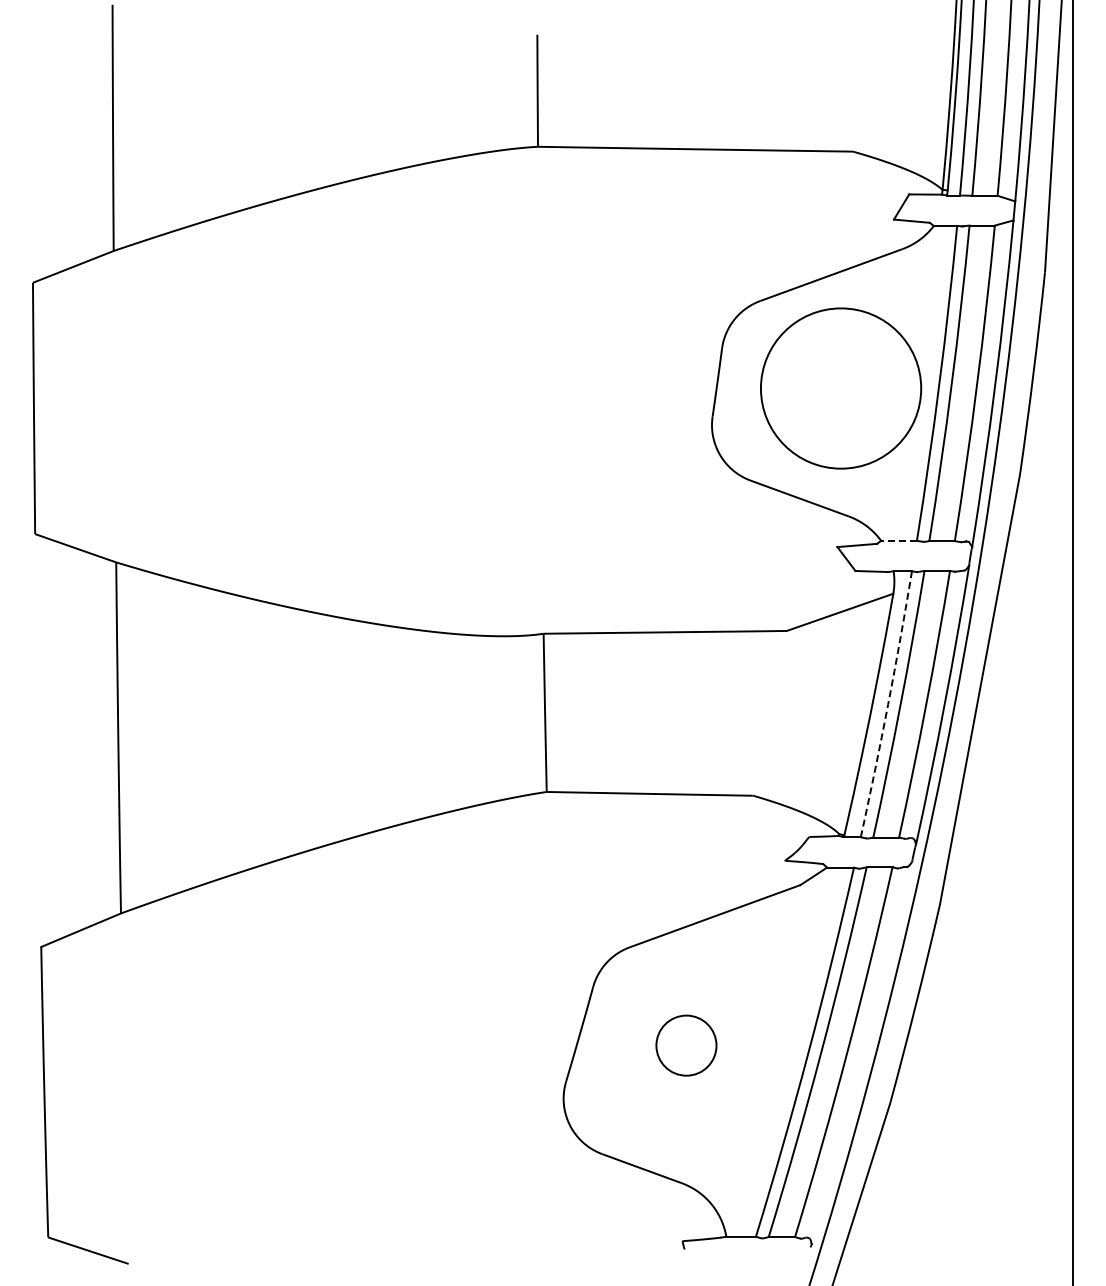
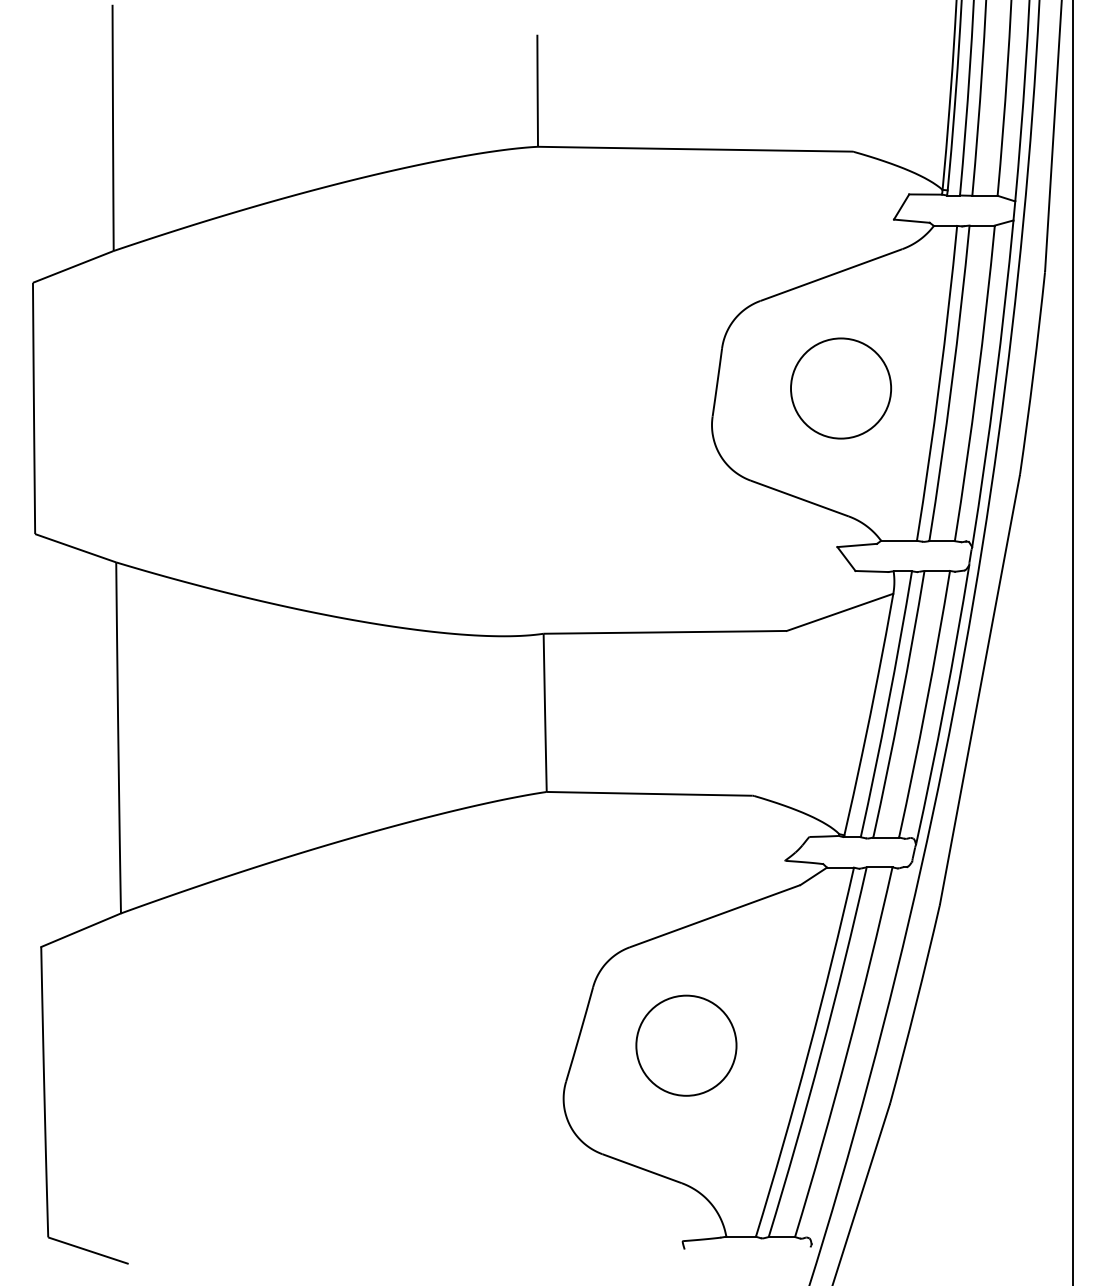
circle at (840, 388) diameter: 160 px -> 100 px
line at (899, 540): dashed -> solid
arc at (888, 704): dashed -> solid
circle at (686, 1045) size: 63x63 px -> 103x103 px
